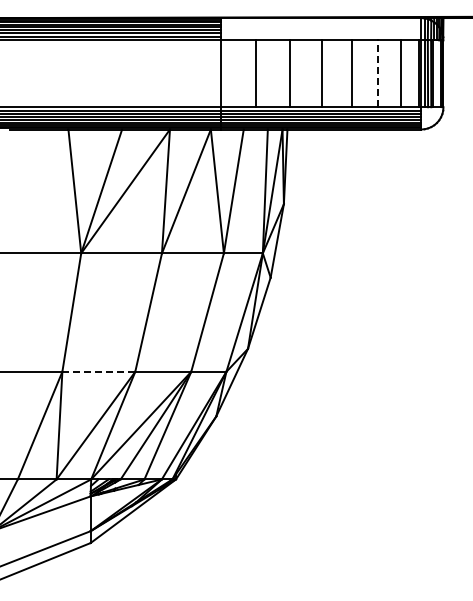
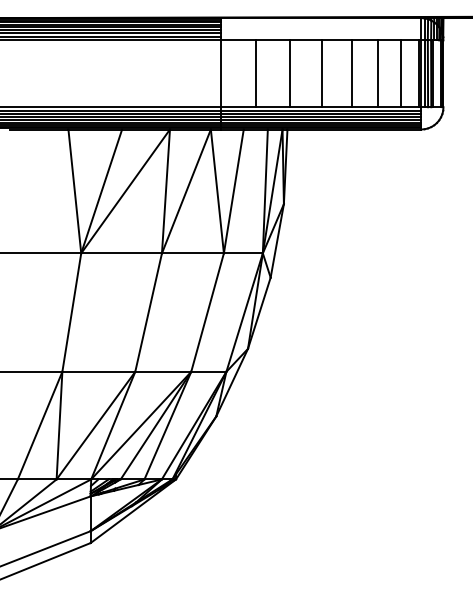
line at (378, 73): dashed -> solid
line at (99, 371): dashed -> solid
